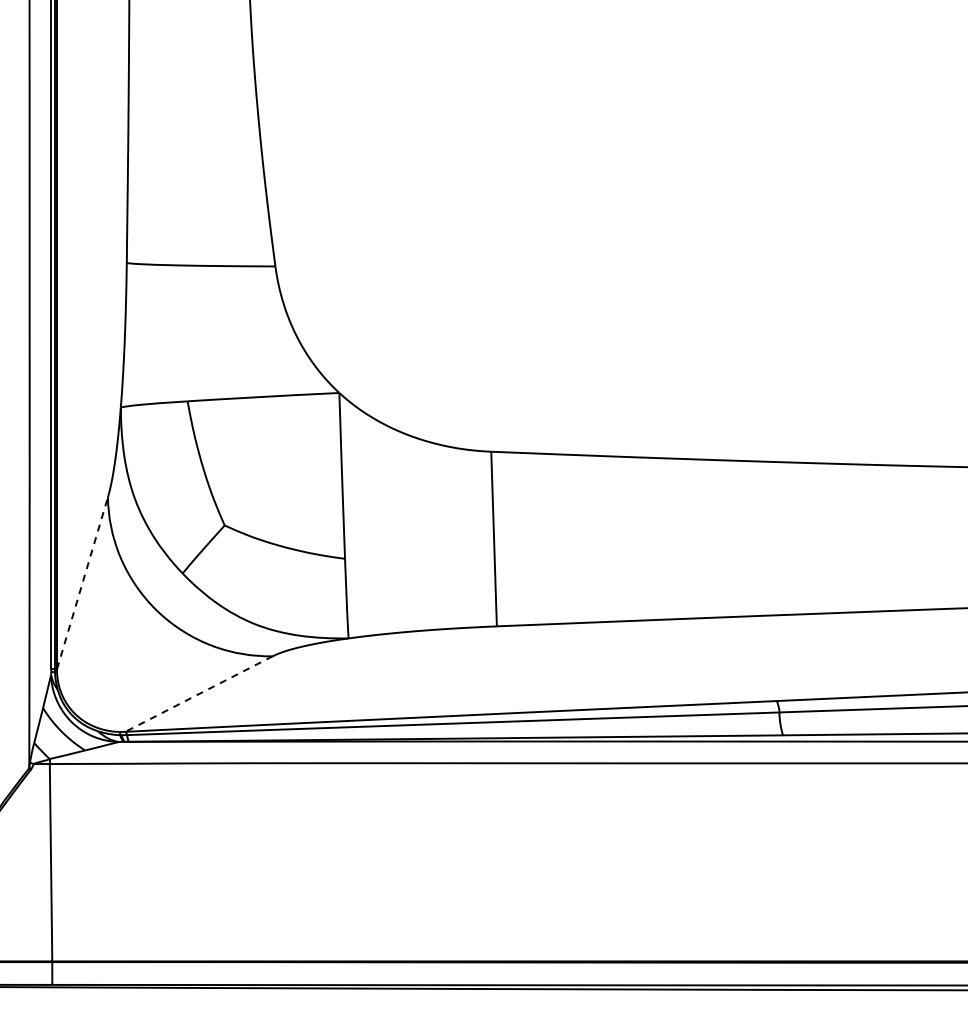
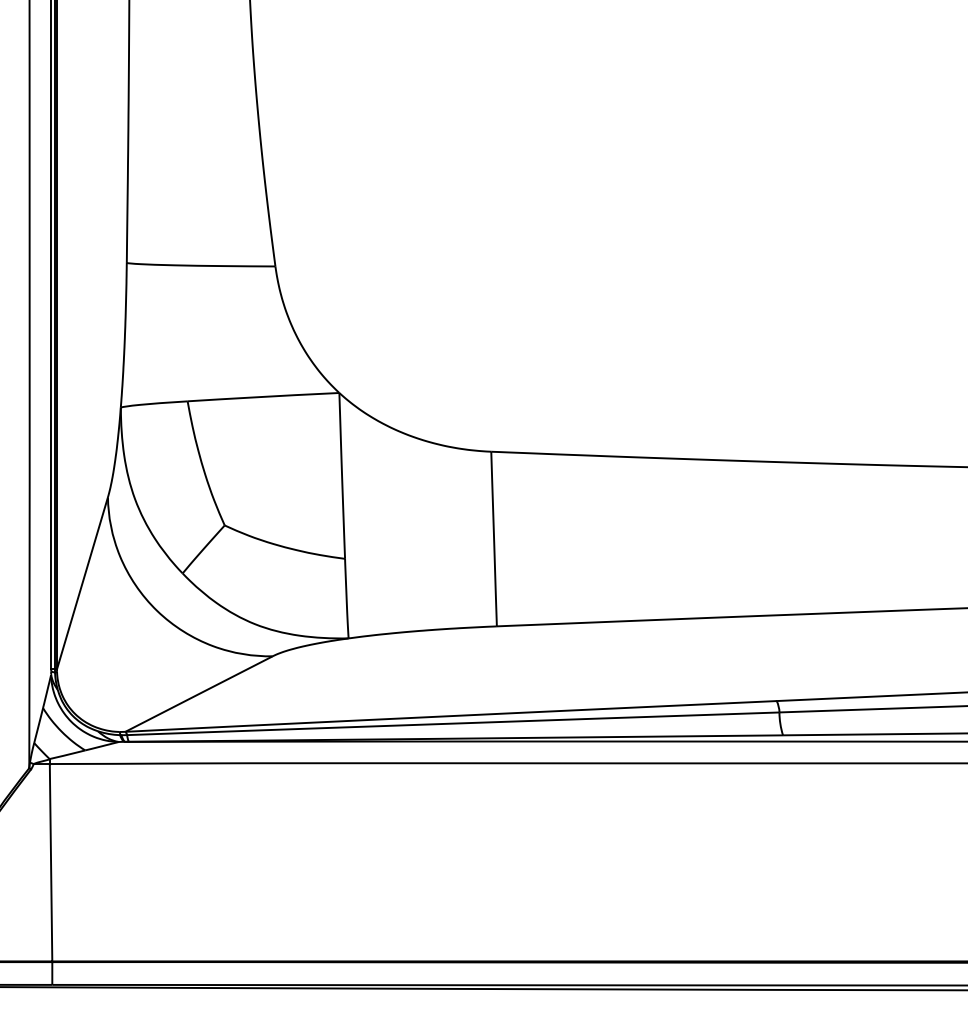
line at (82, 582): dashed -> solid
line at (198, 694): dashed -> solid
